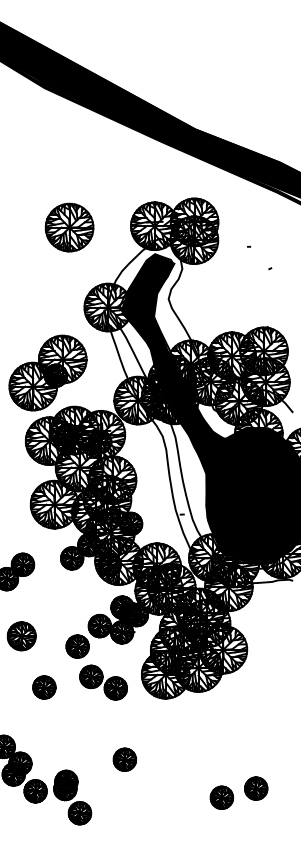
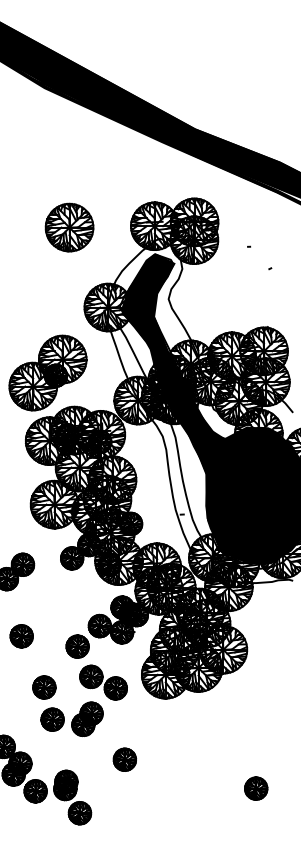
part at (21, 636) size: 31x31 px -> 25x25 px
part at (71, 718): none -> present
part at (221, 797): present -> none
